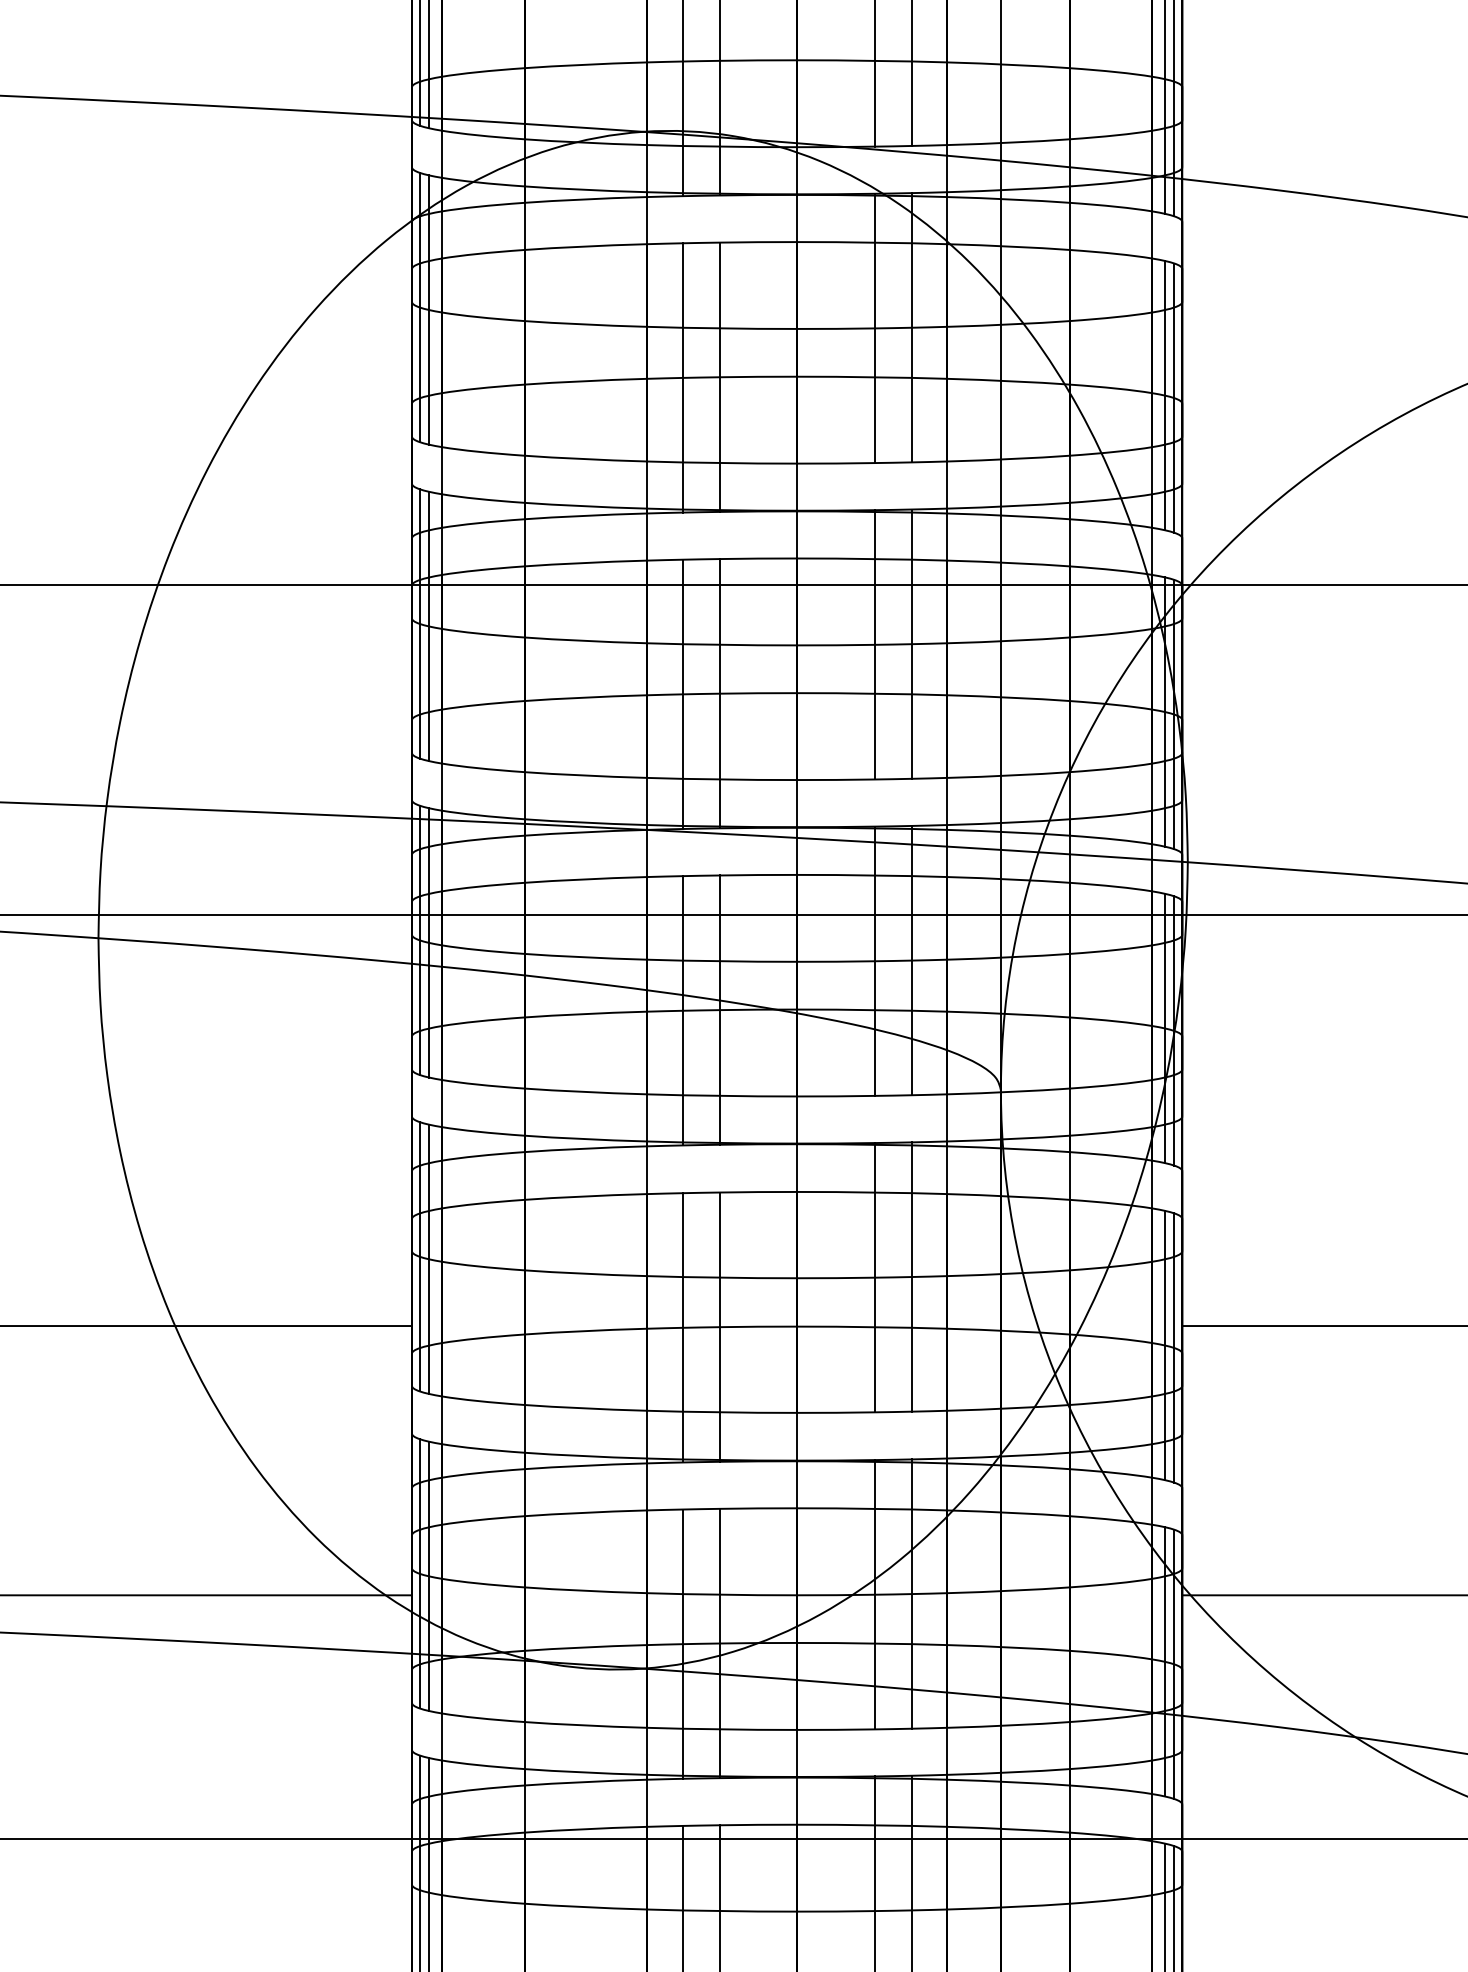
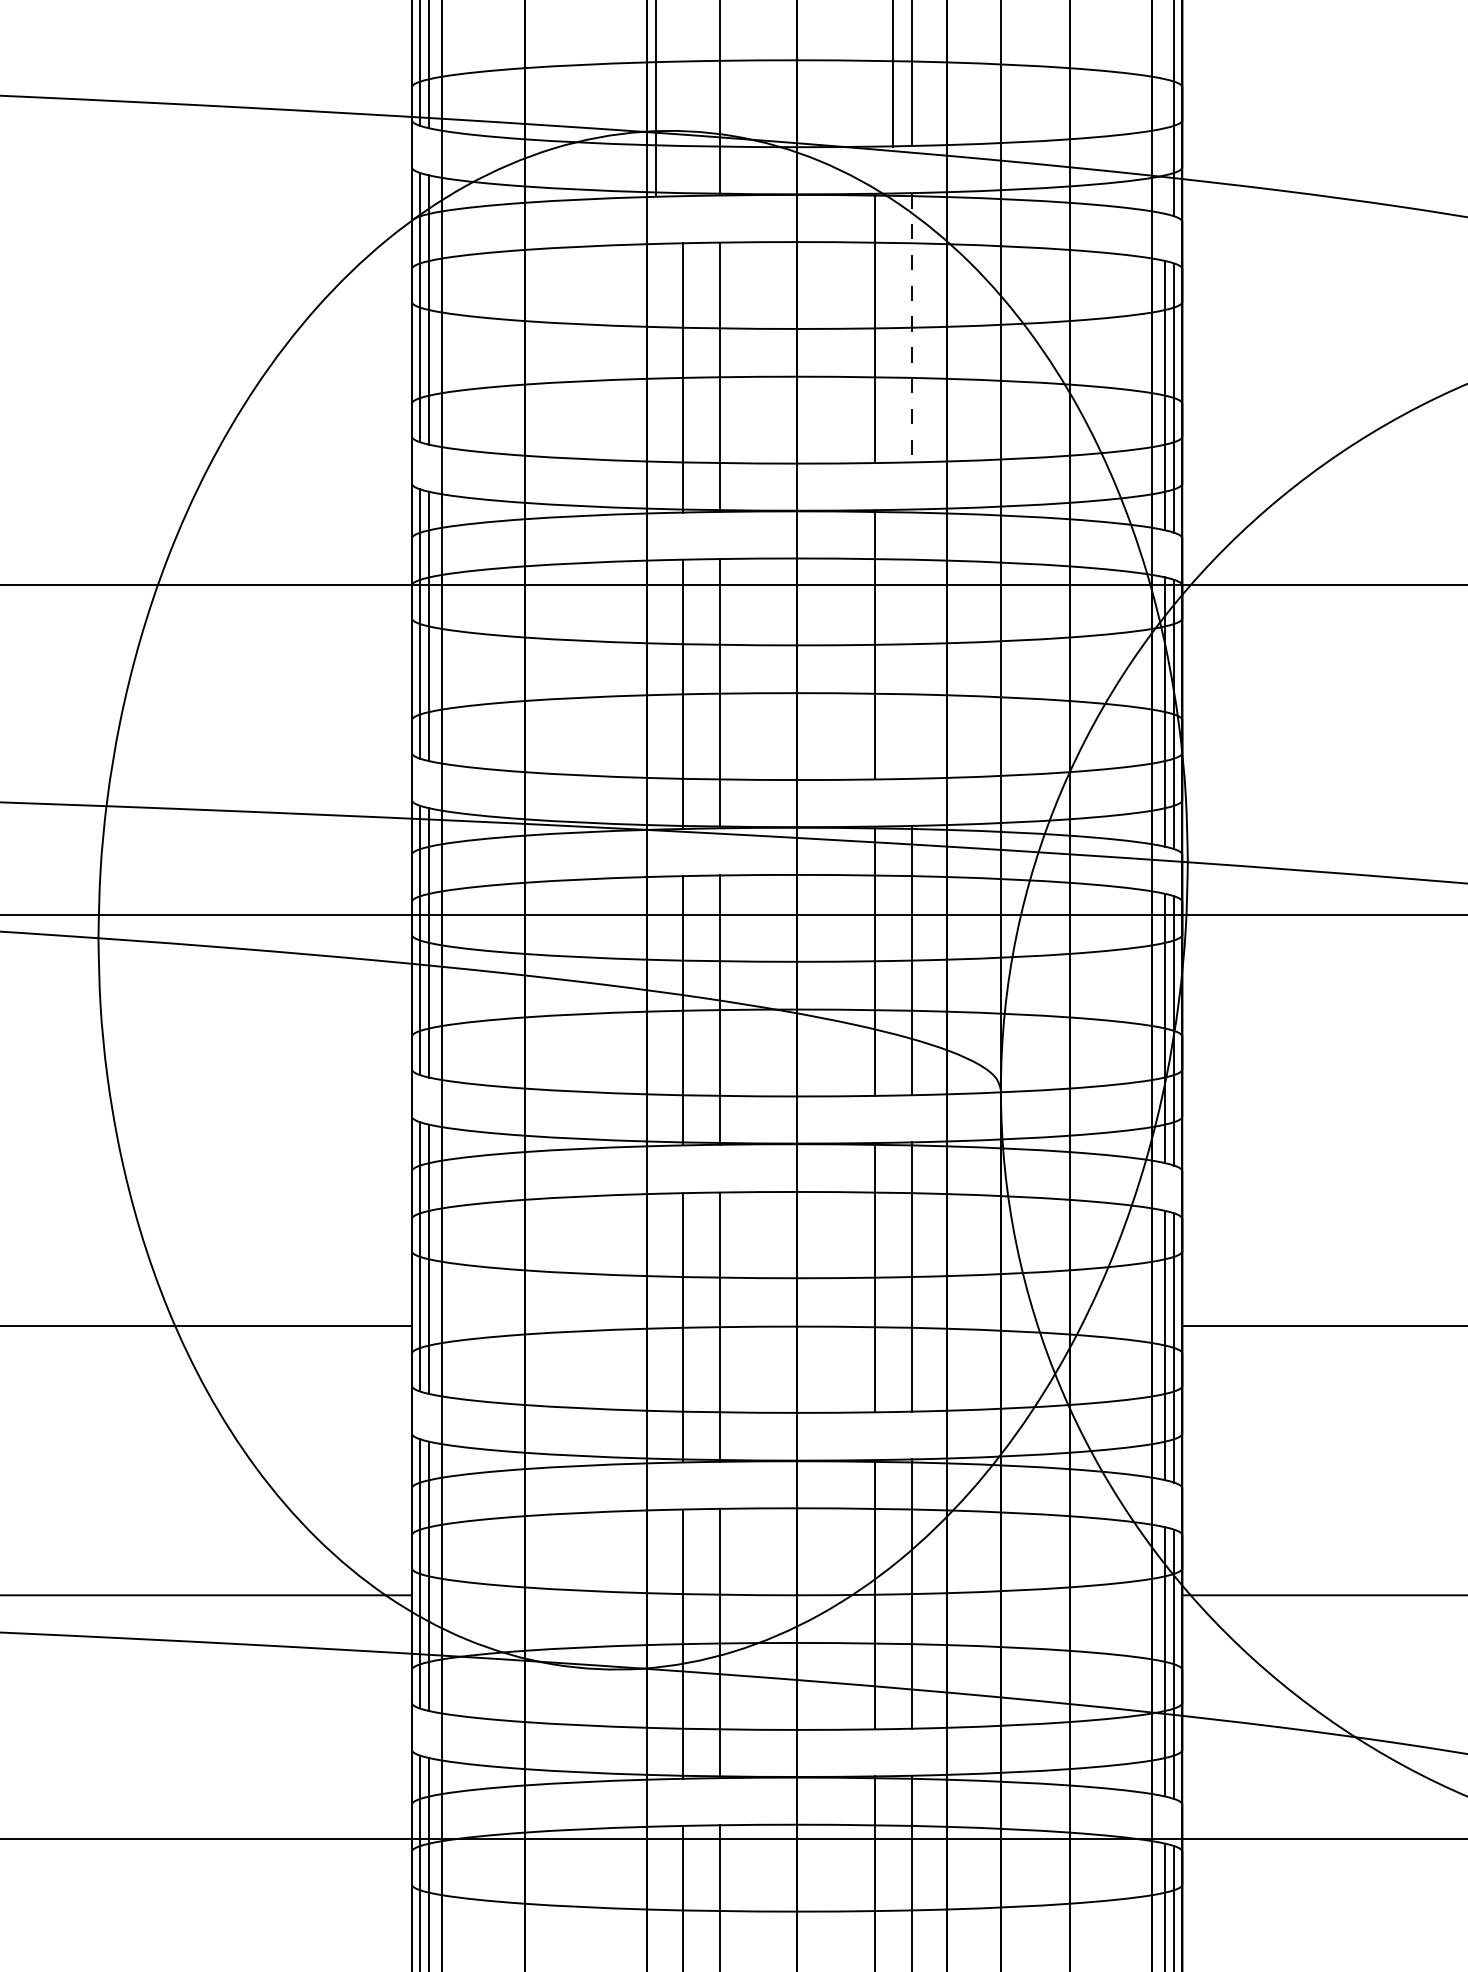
line at (874, 74) position: (874, 74) -> (892, 74)
line at (682, 99) position: (682, 99) -> (655, 99)
line at (1164, 107): present -> none
line at (911, 327): solid -> dashed
line at (911, 643): present -> none
